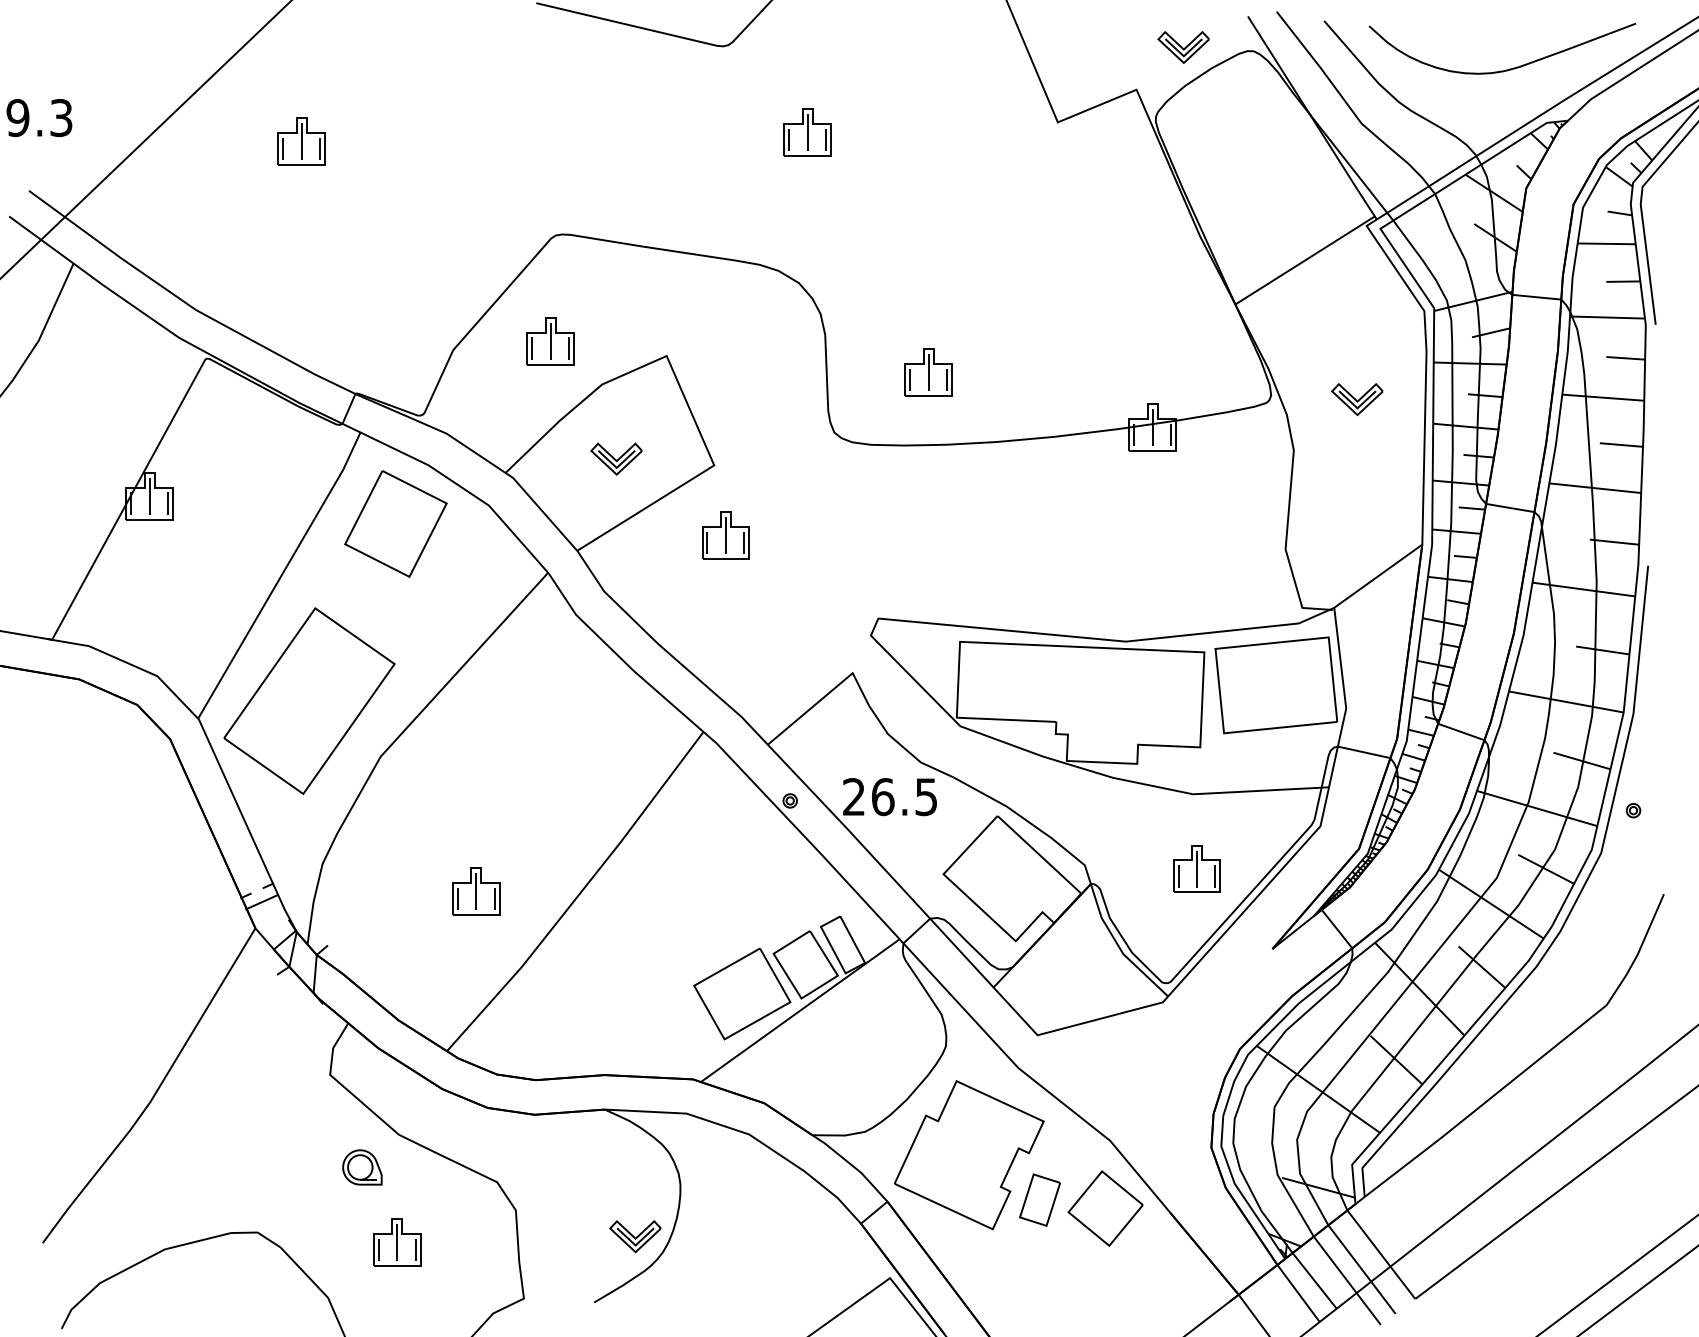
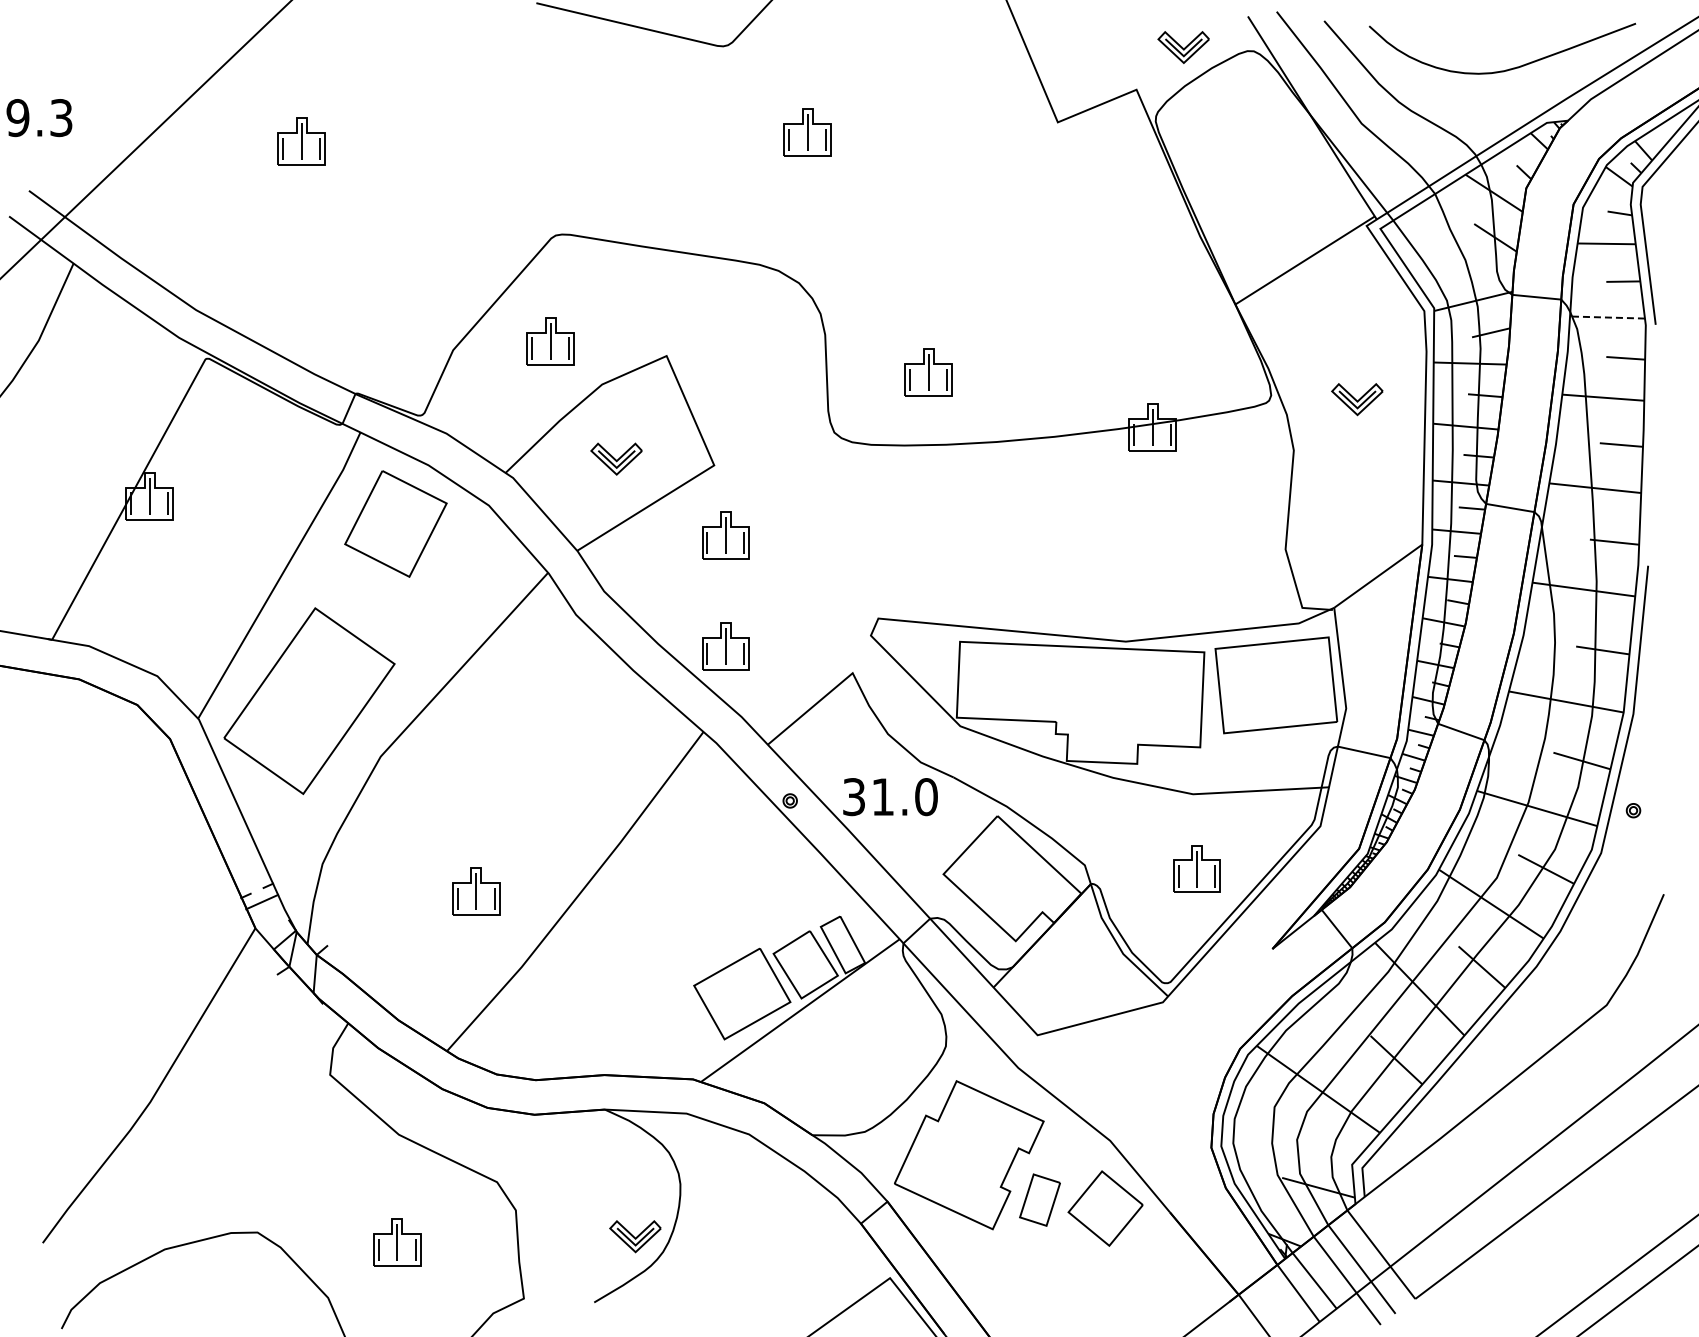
line at (1606, 317): solid -> dashed
part at (725, 646): none -> present
text at (890, 797): 26.5 -> 31.0
part at (362, 1167): present -> none
